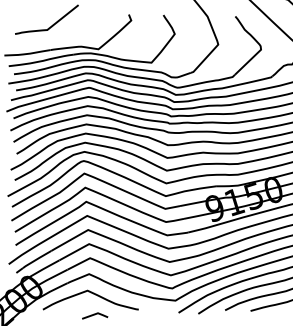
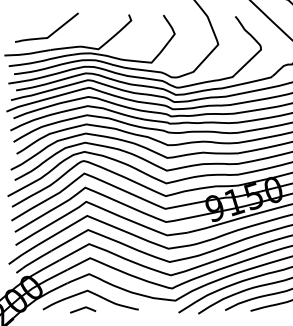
curve at (52, 24) position: (52, 24) -> (52, 32)
line at (95, 315) position: (95, 315) -> (83, 309)
